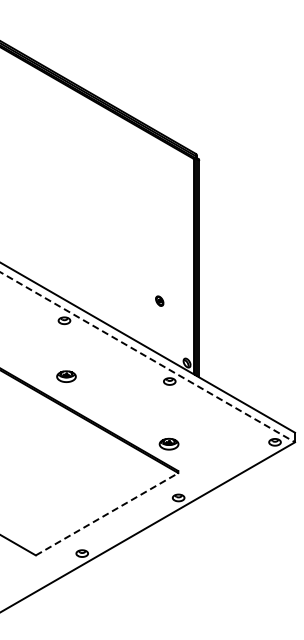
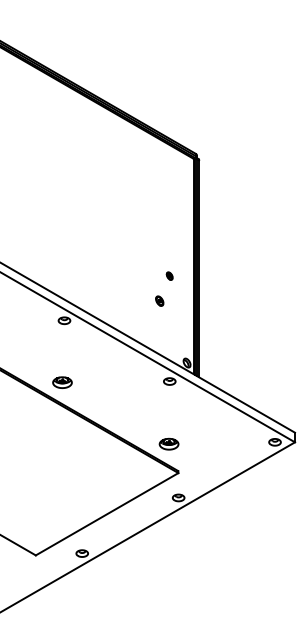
part at (169, 275): none -> present
line at (147, 357): dashed -> solid
part at (66, 376) position: (66, 376) -> (62, 382)
line at (107, 514): dashed -> solid
